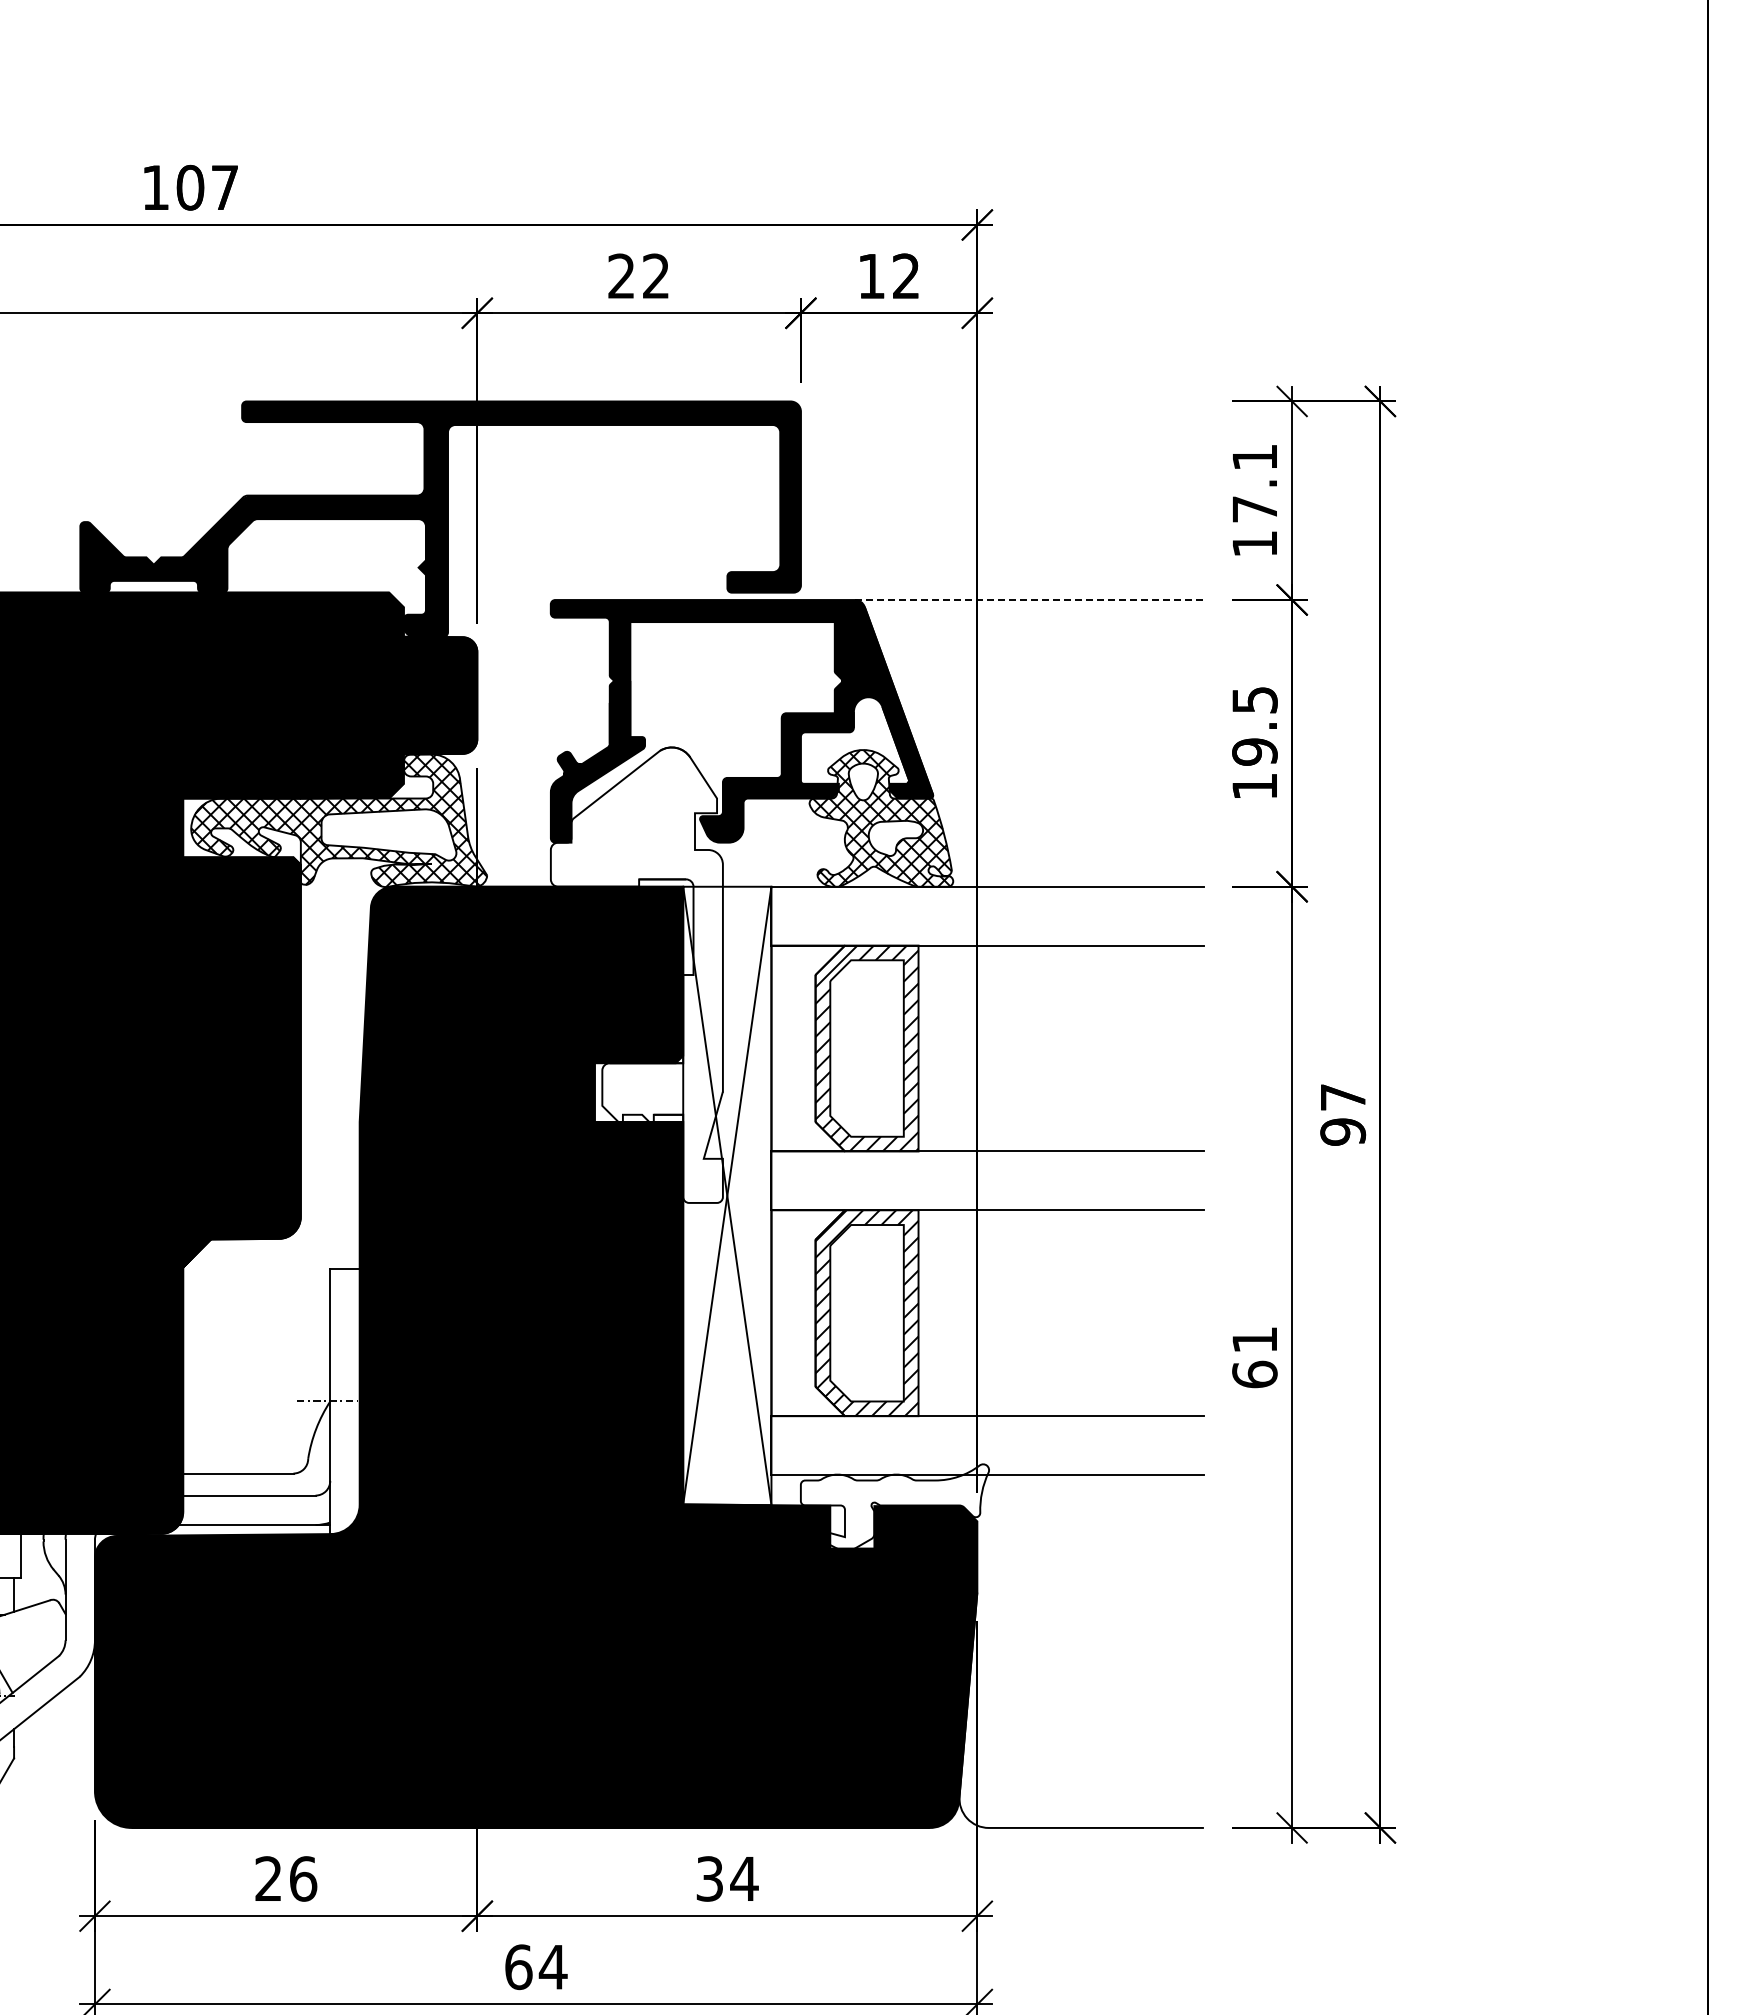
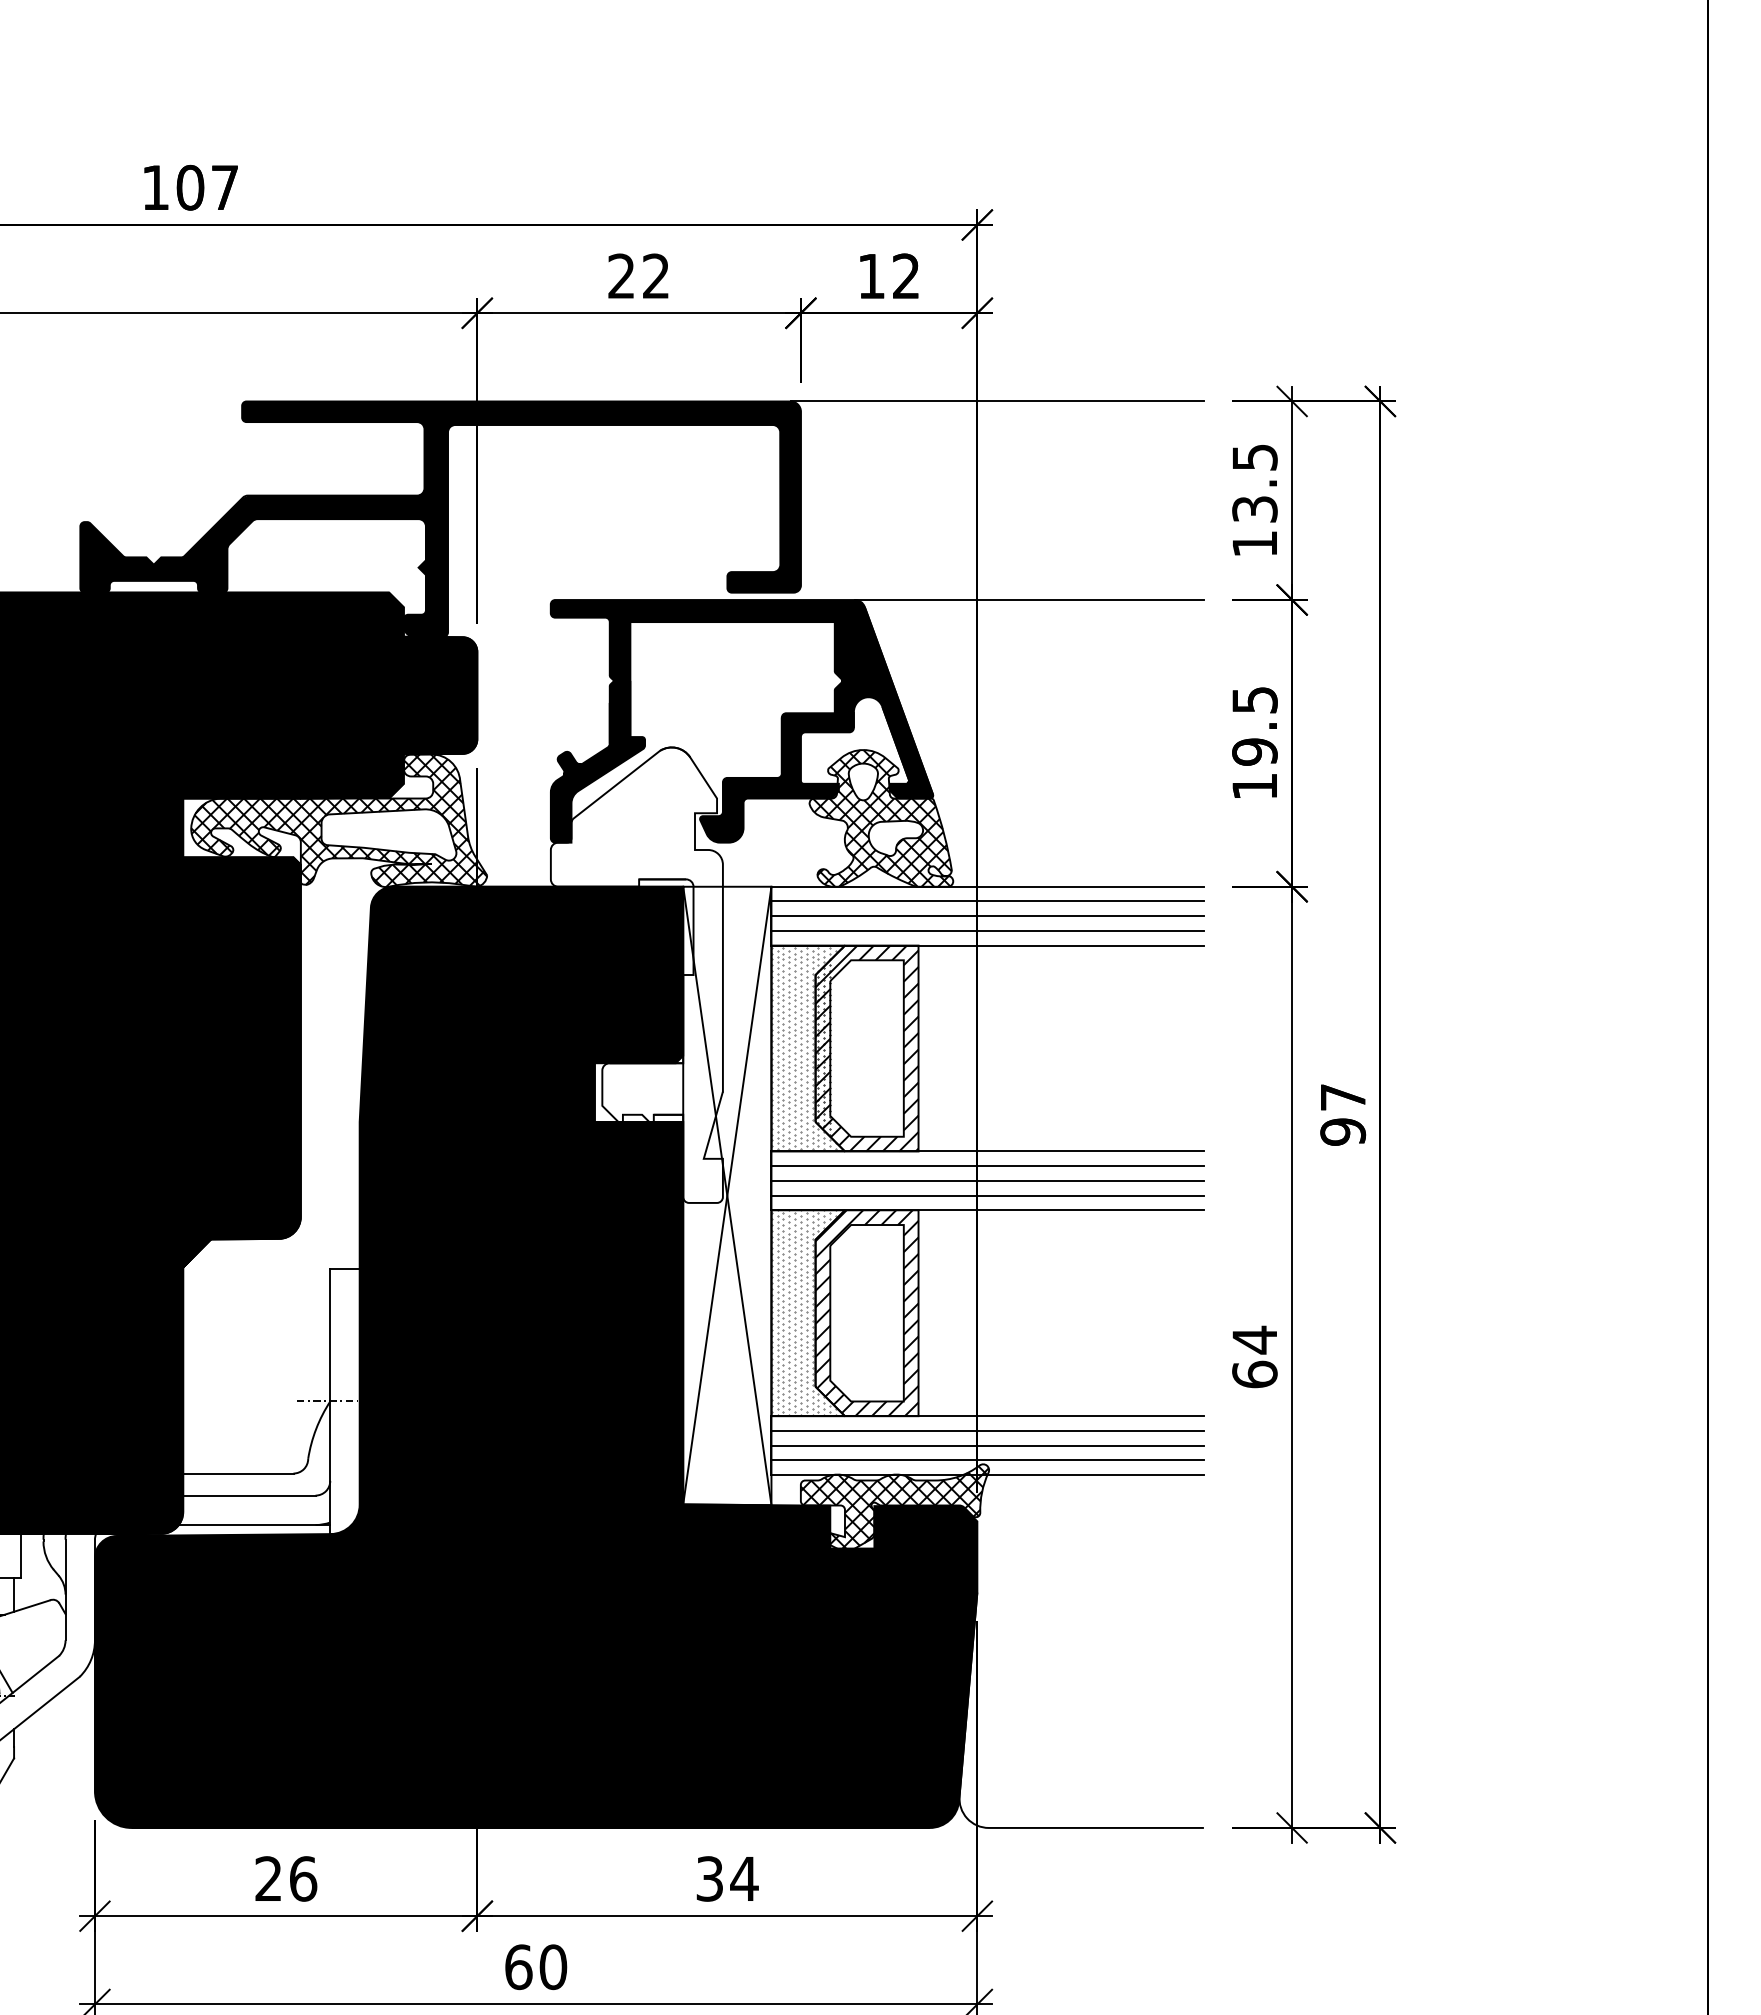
line at (996, 401): none -> present
text at (1254, 483): 17.1 -> 13.5
line at (1030, 600): dashed -> solid
line at (987, 901): none -> present
line at (987, 916): none -> present
line at (987, 930): none -> present
hatch at (806, 1048): none -> present
line at (987, 1166): none -> present
line at (987, 1180): none -> present
line at (987, 1195): none -> present
hatch at (806, 1312): none -> present
text at (1254, 1339): 61 -> 64
line at (987, 1430): none -> present
line at (987, 1445): none -> present
line at (987, 1460): none -> present
hatch at (894, 1508): none -> present
text at (552, 1967): 64 -> 60
